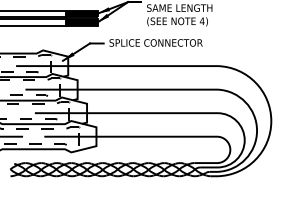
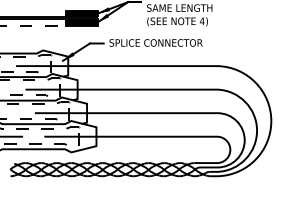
line at (34, 10): present -> none
line at (33, 25): solid -> dashed
